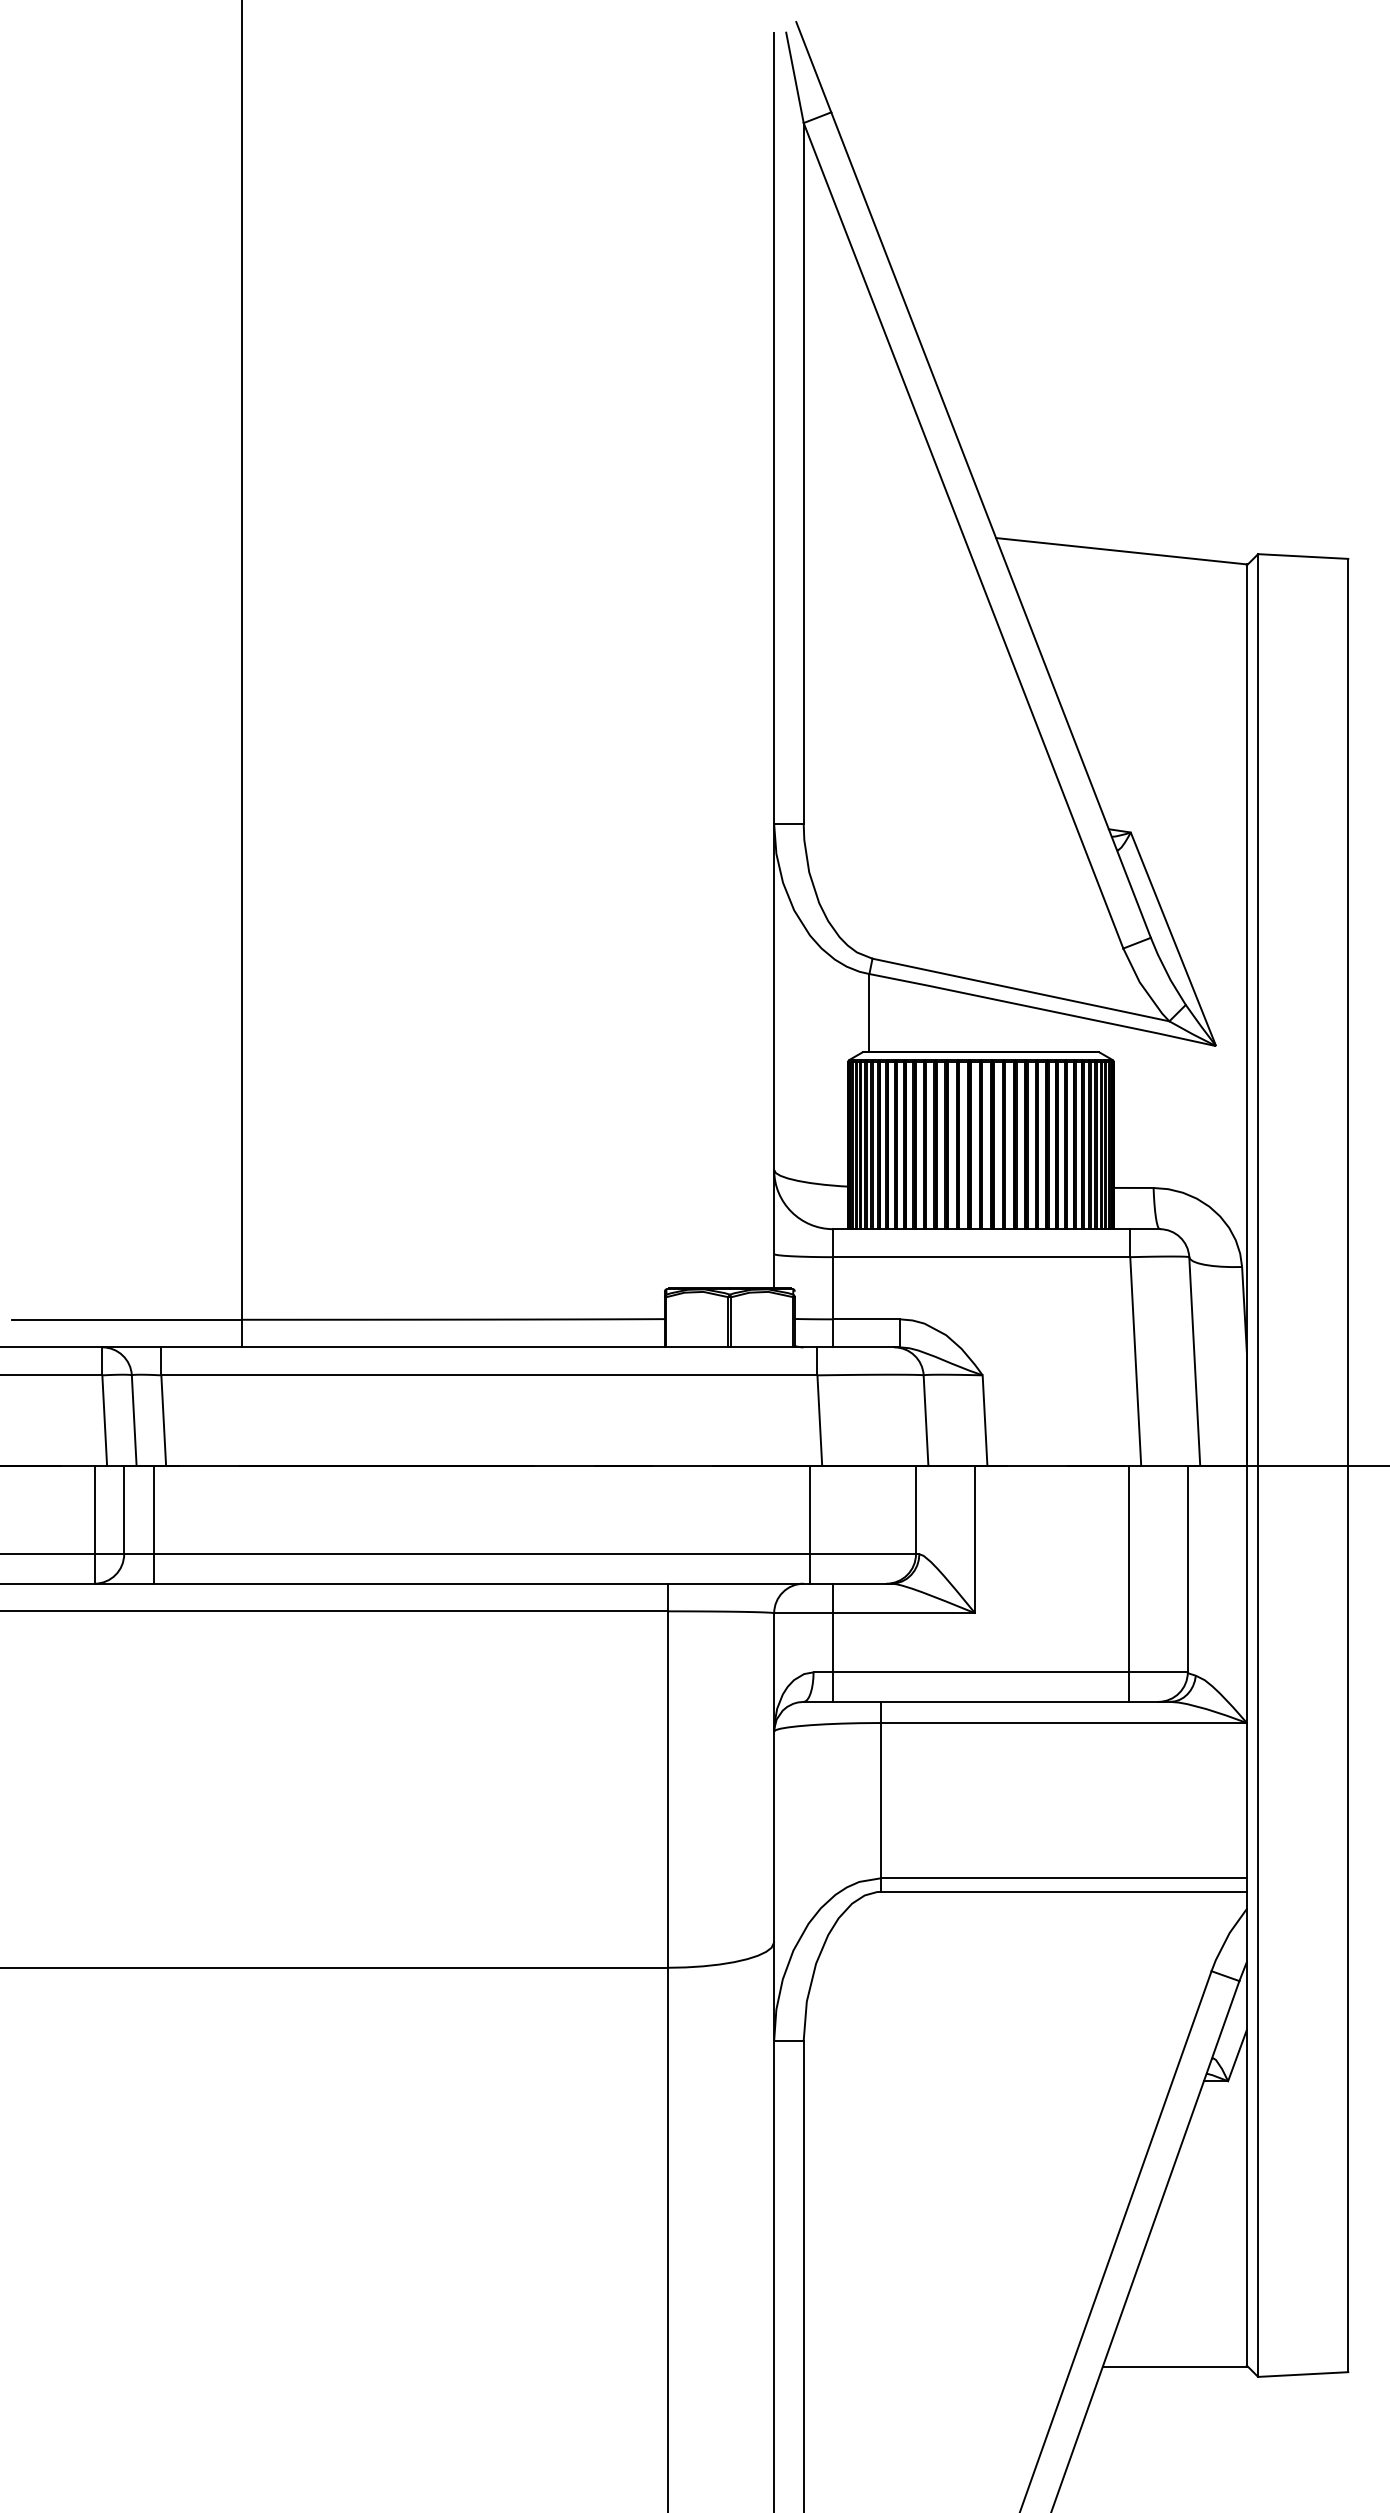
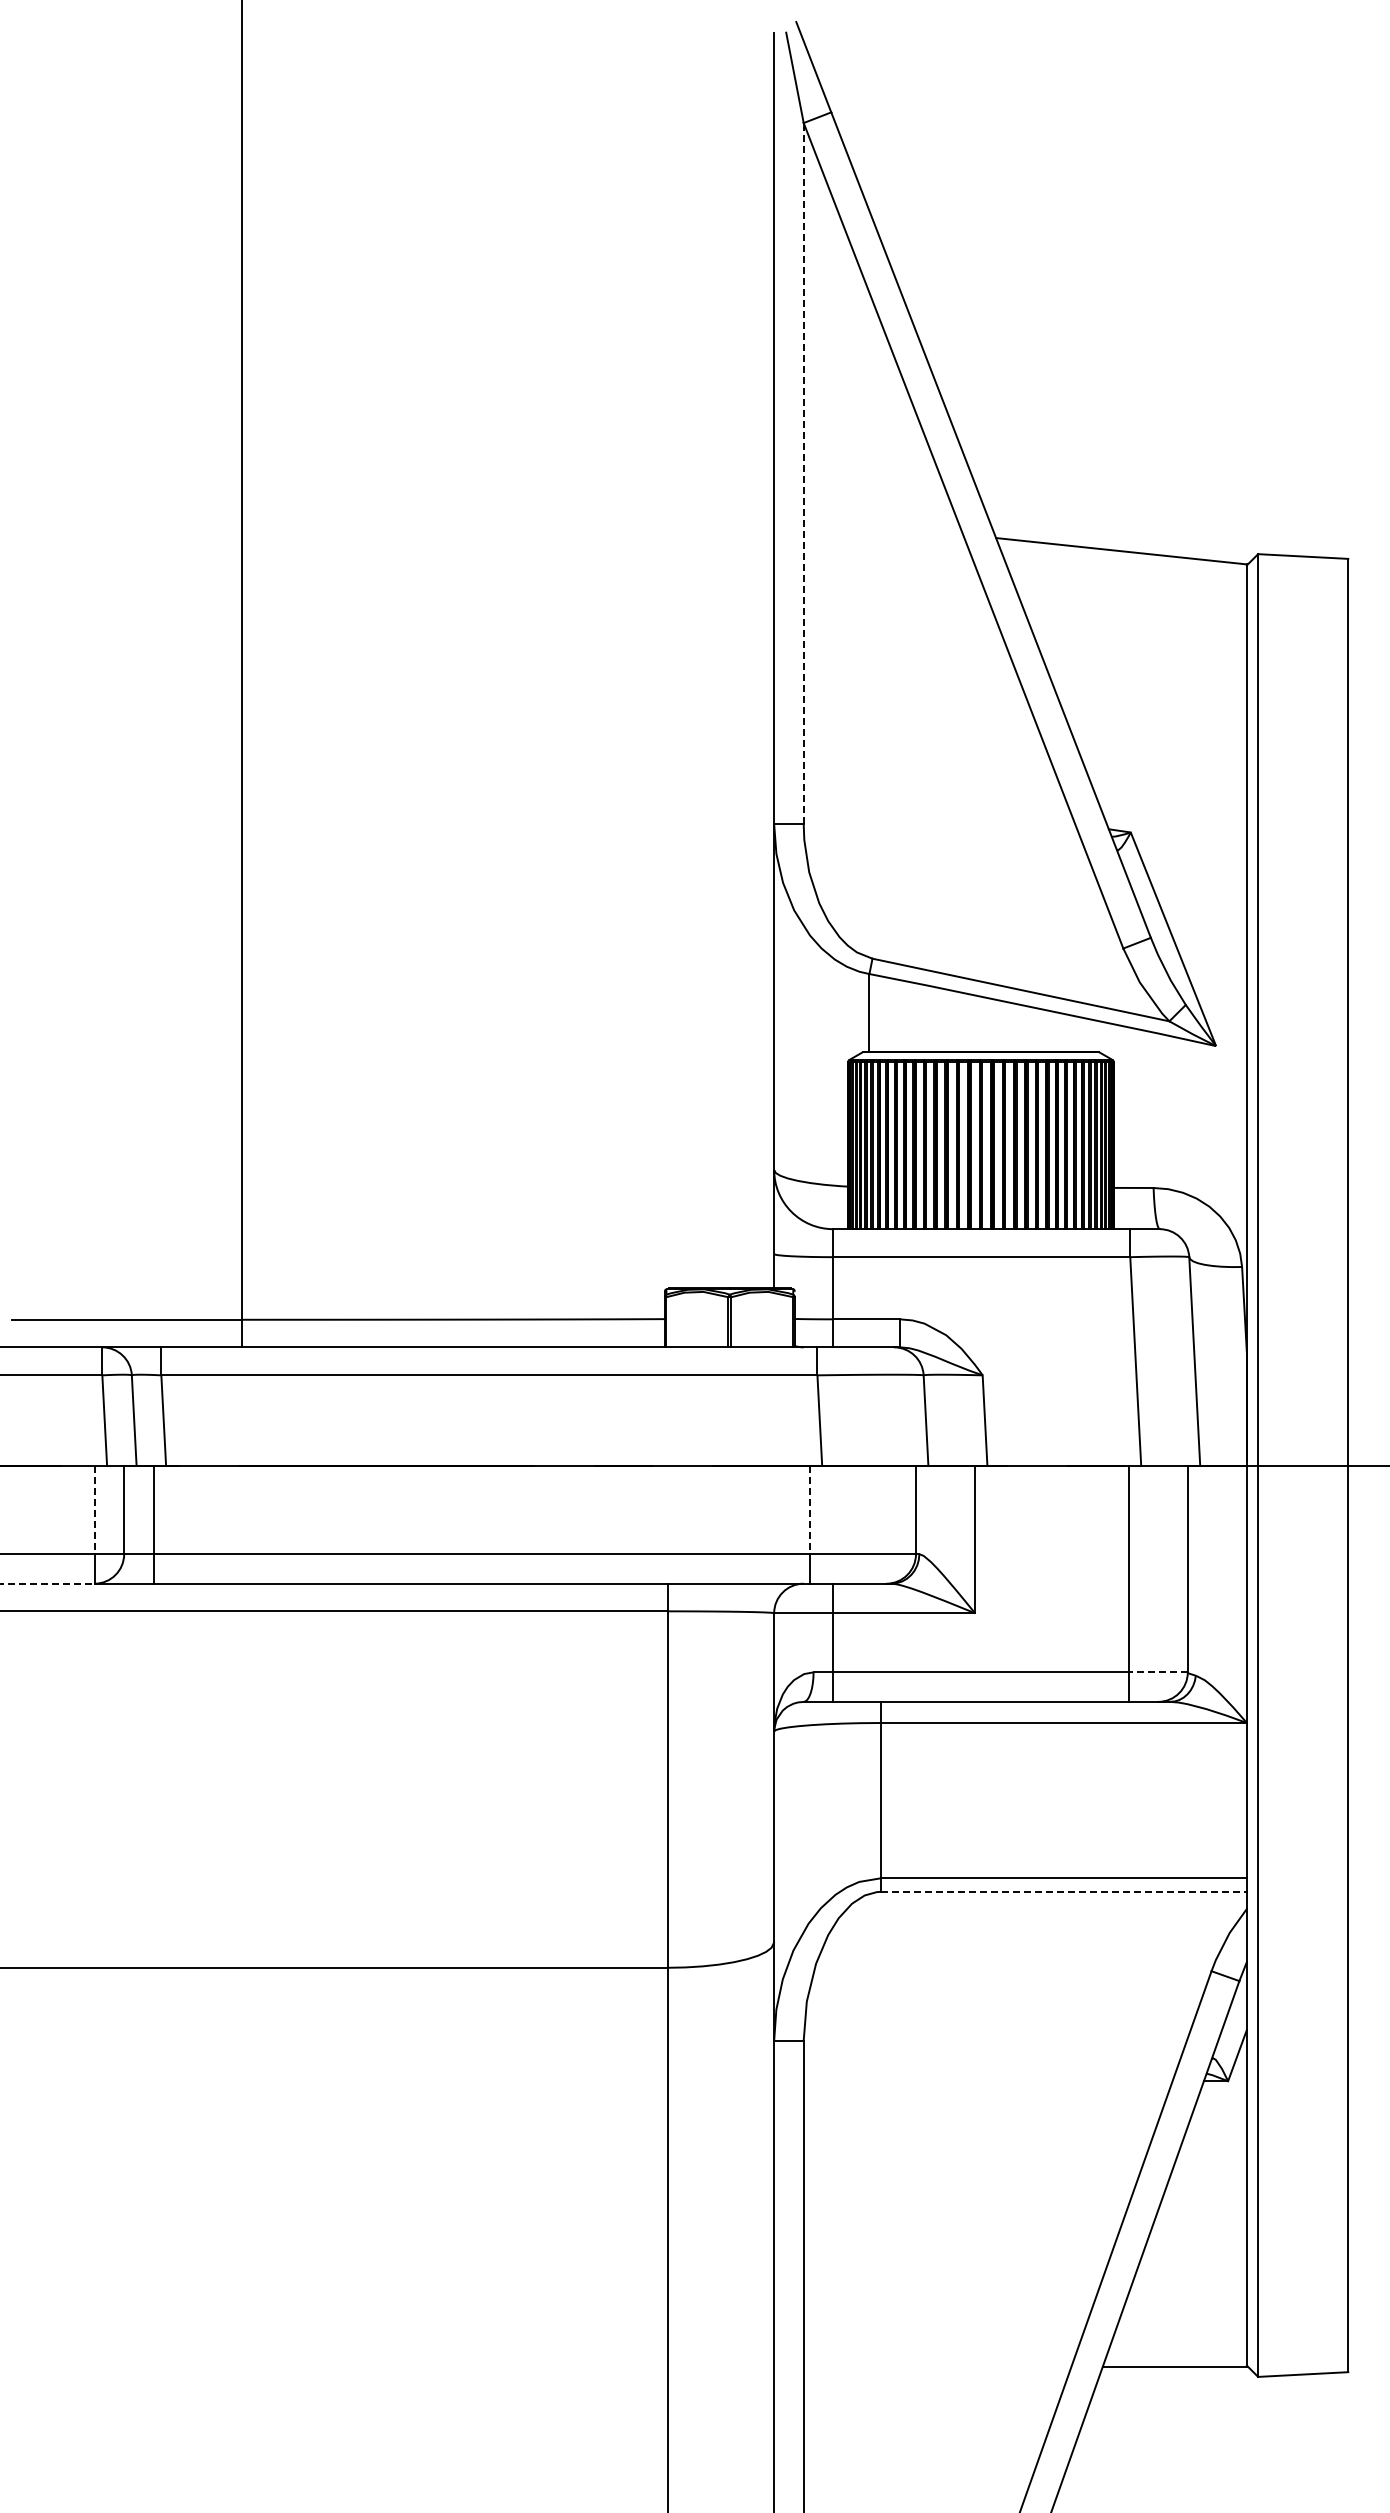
line at (803, 473): solid -> dashed
line at (94, 1510): solid -> dashed
line at (809, 1510): solid -> dashed
line at (47, 1583): solid -> dashed
line at (1158, 1672): solid -> dashed
line at (1064, 1891): solid -> dashed
